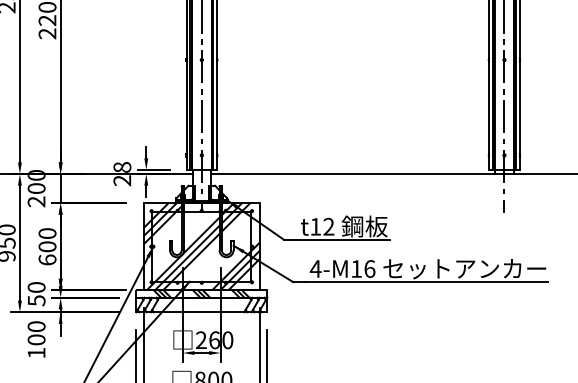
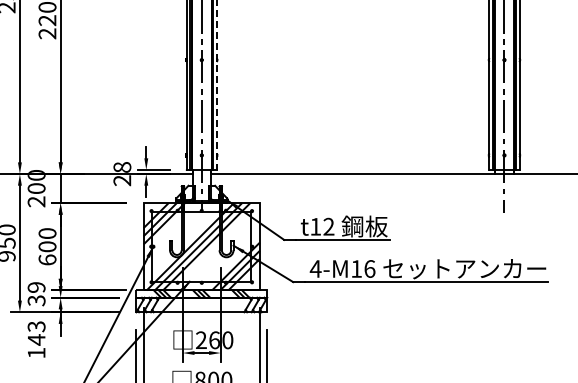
line at (217, 85): solid -> dashed
text at (36, 293): 50 -> 39
text at (36, 333): 100 -> 143
